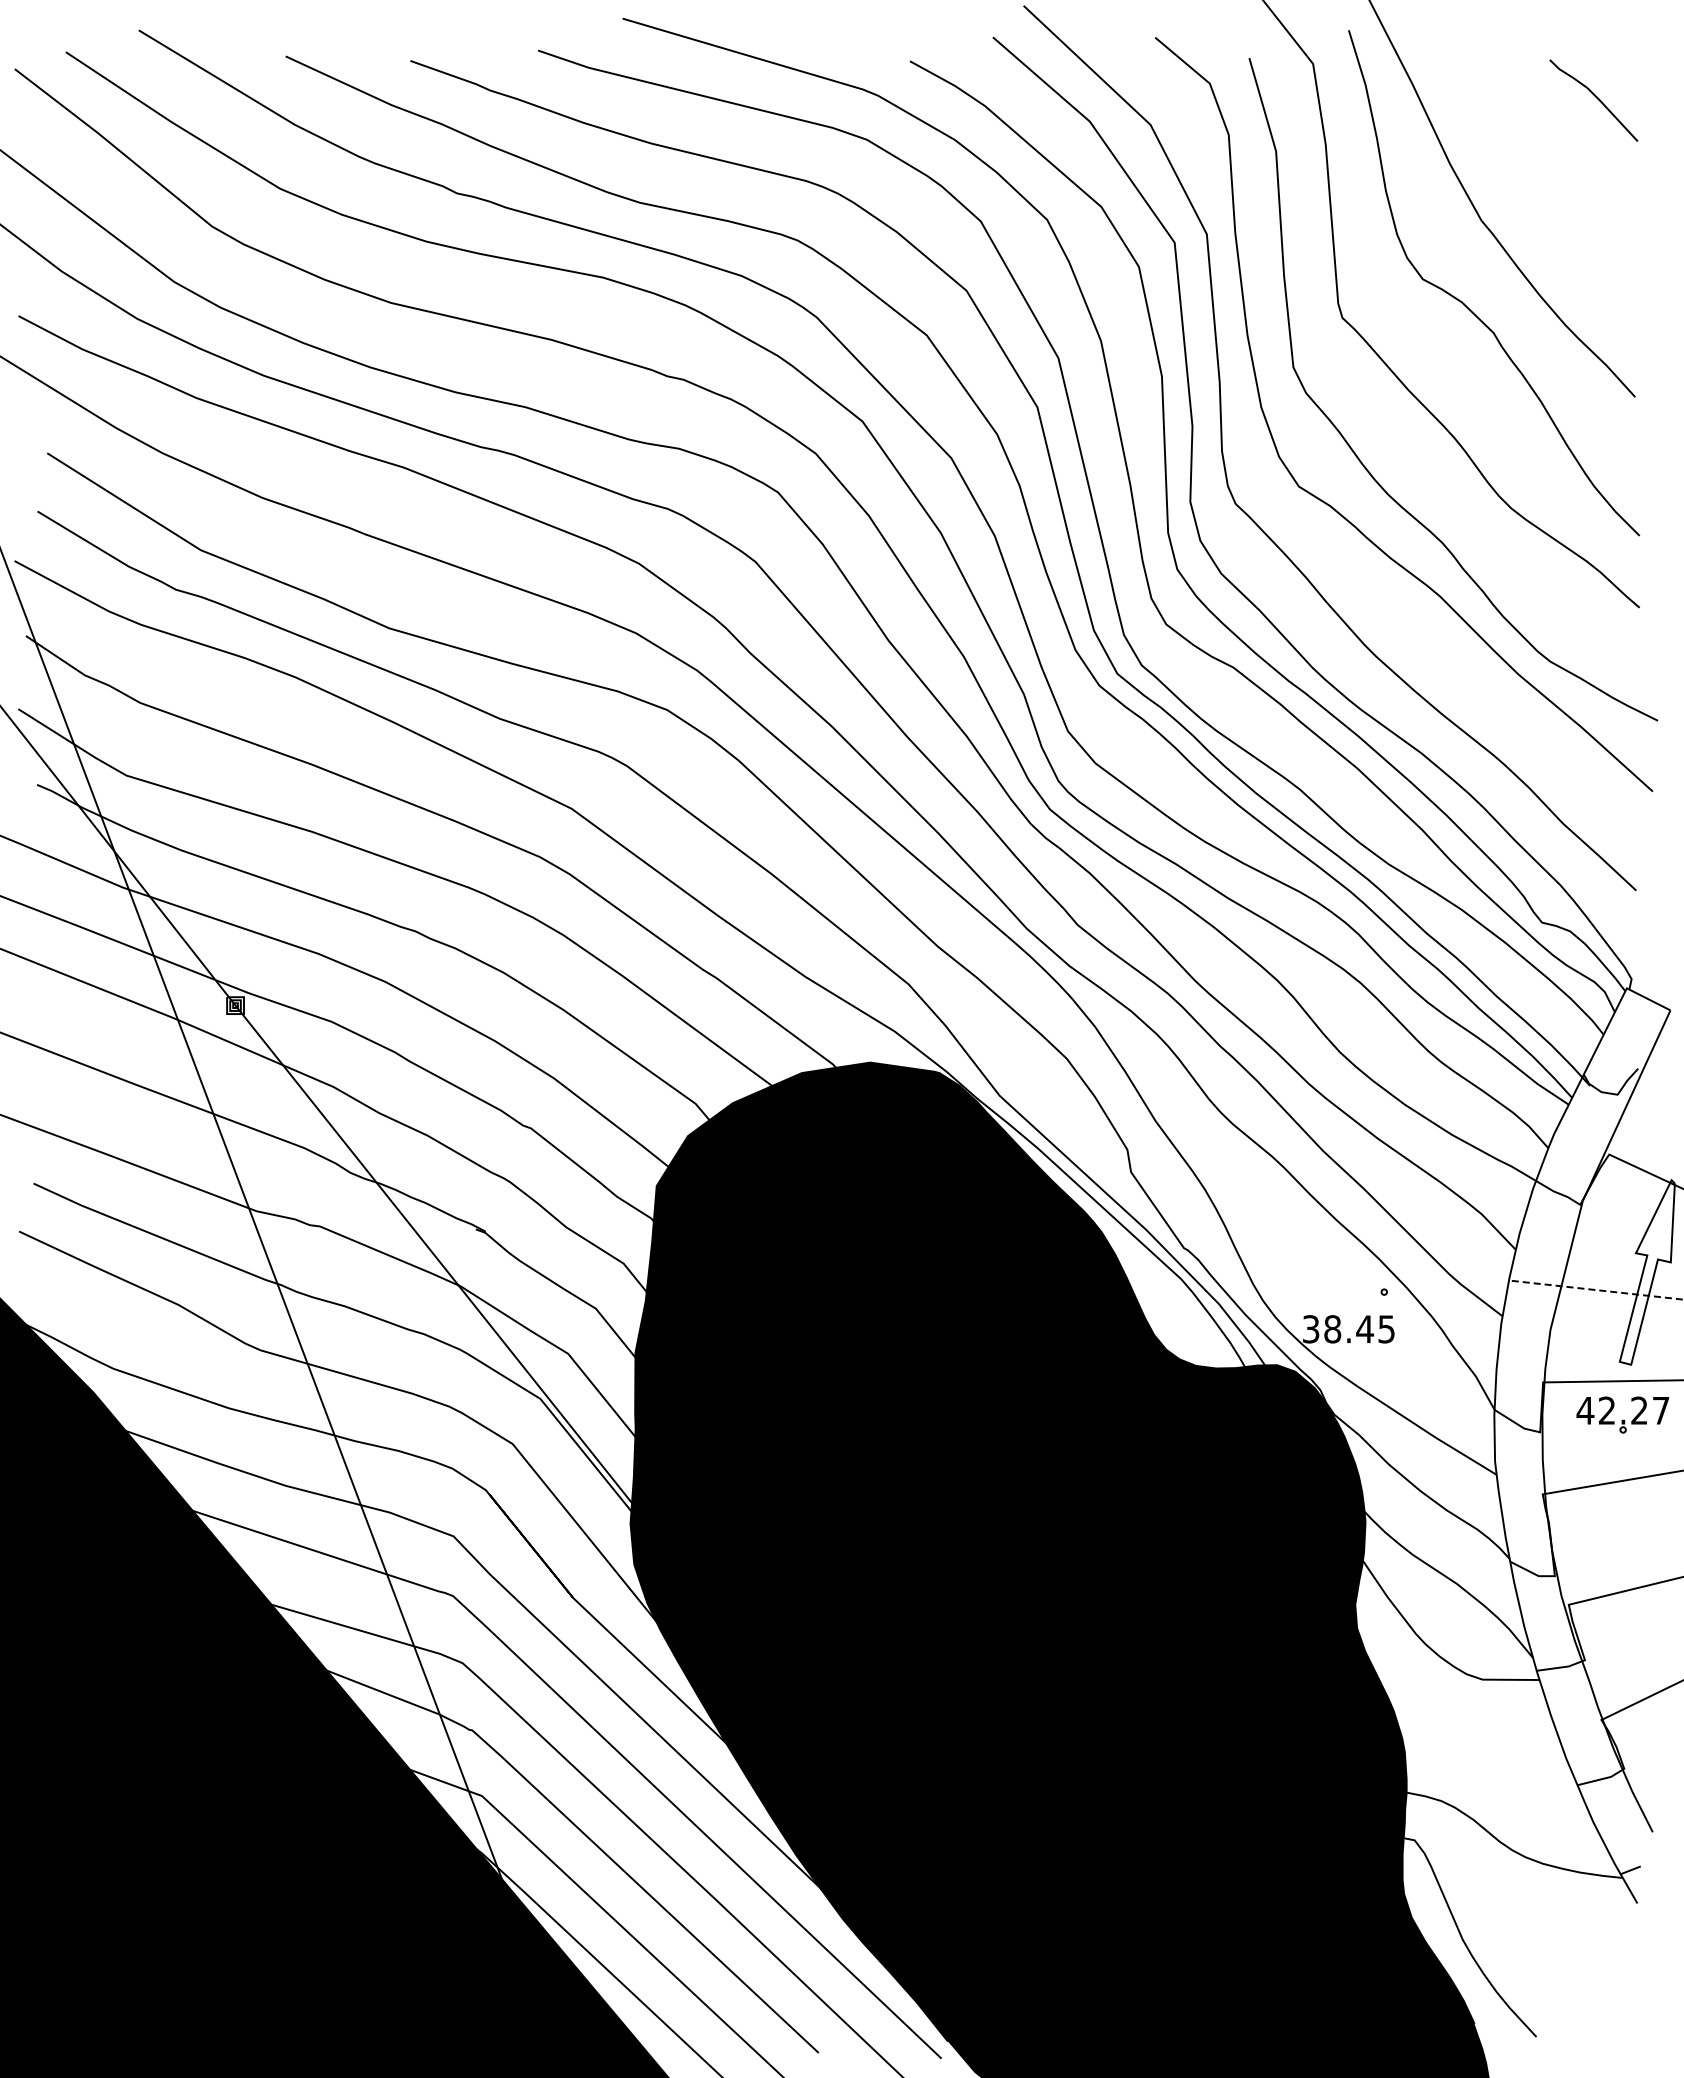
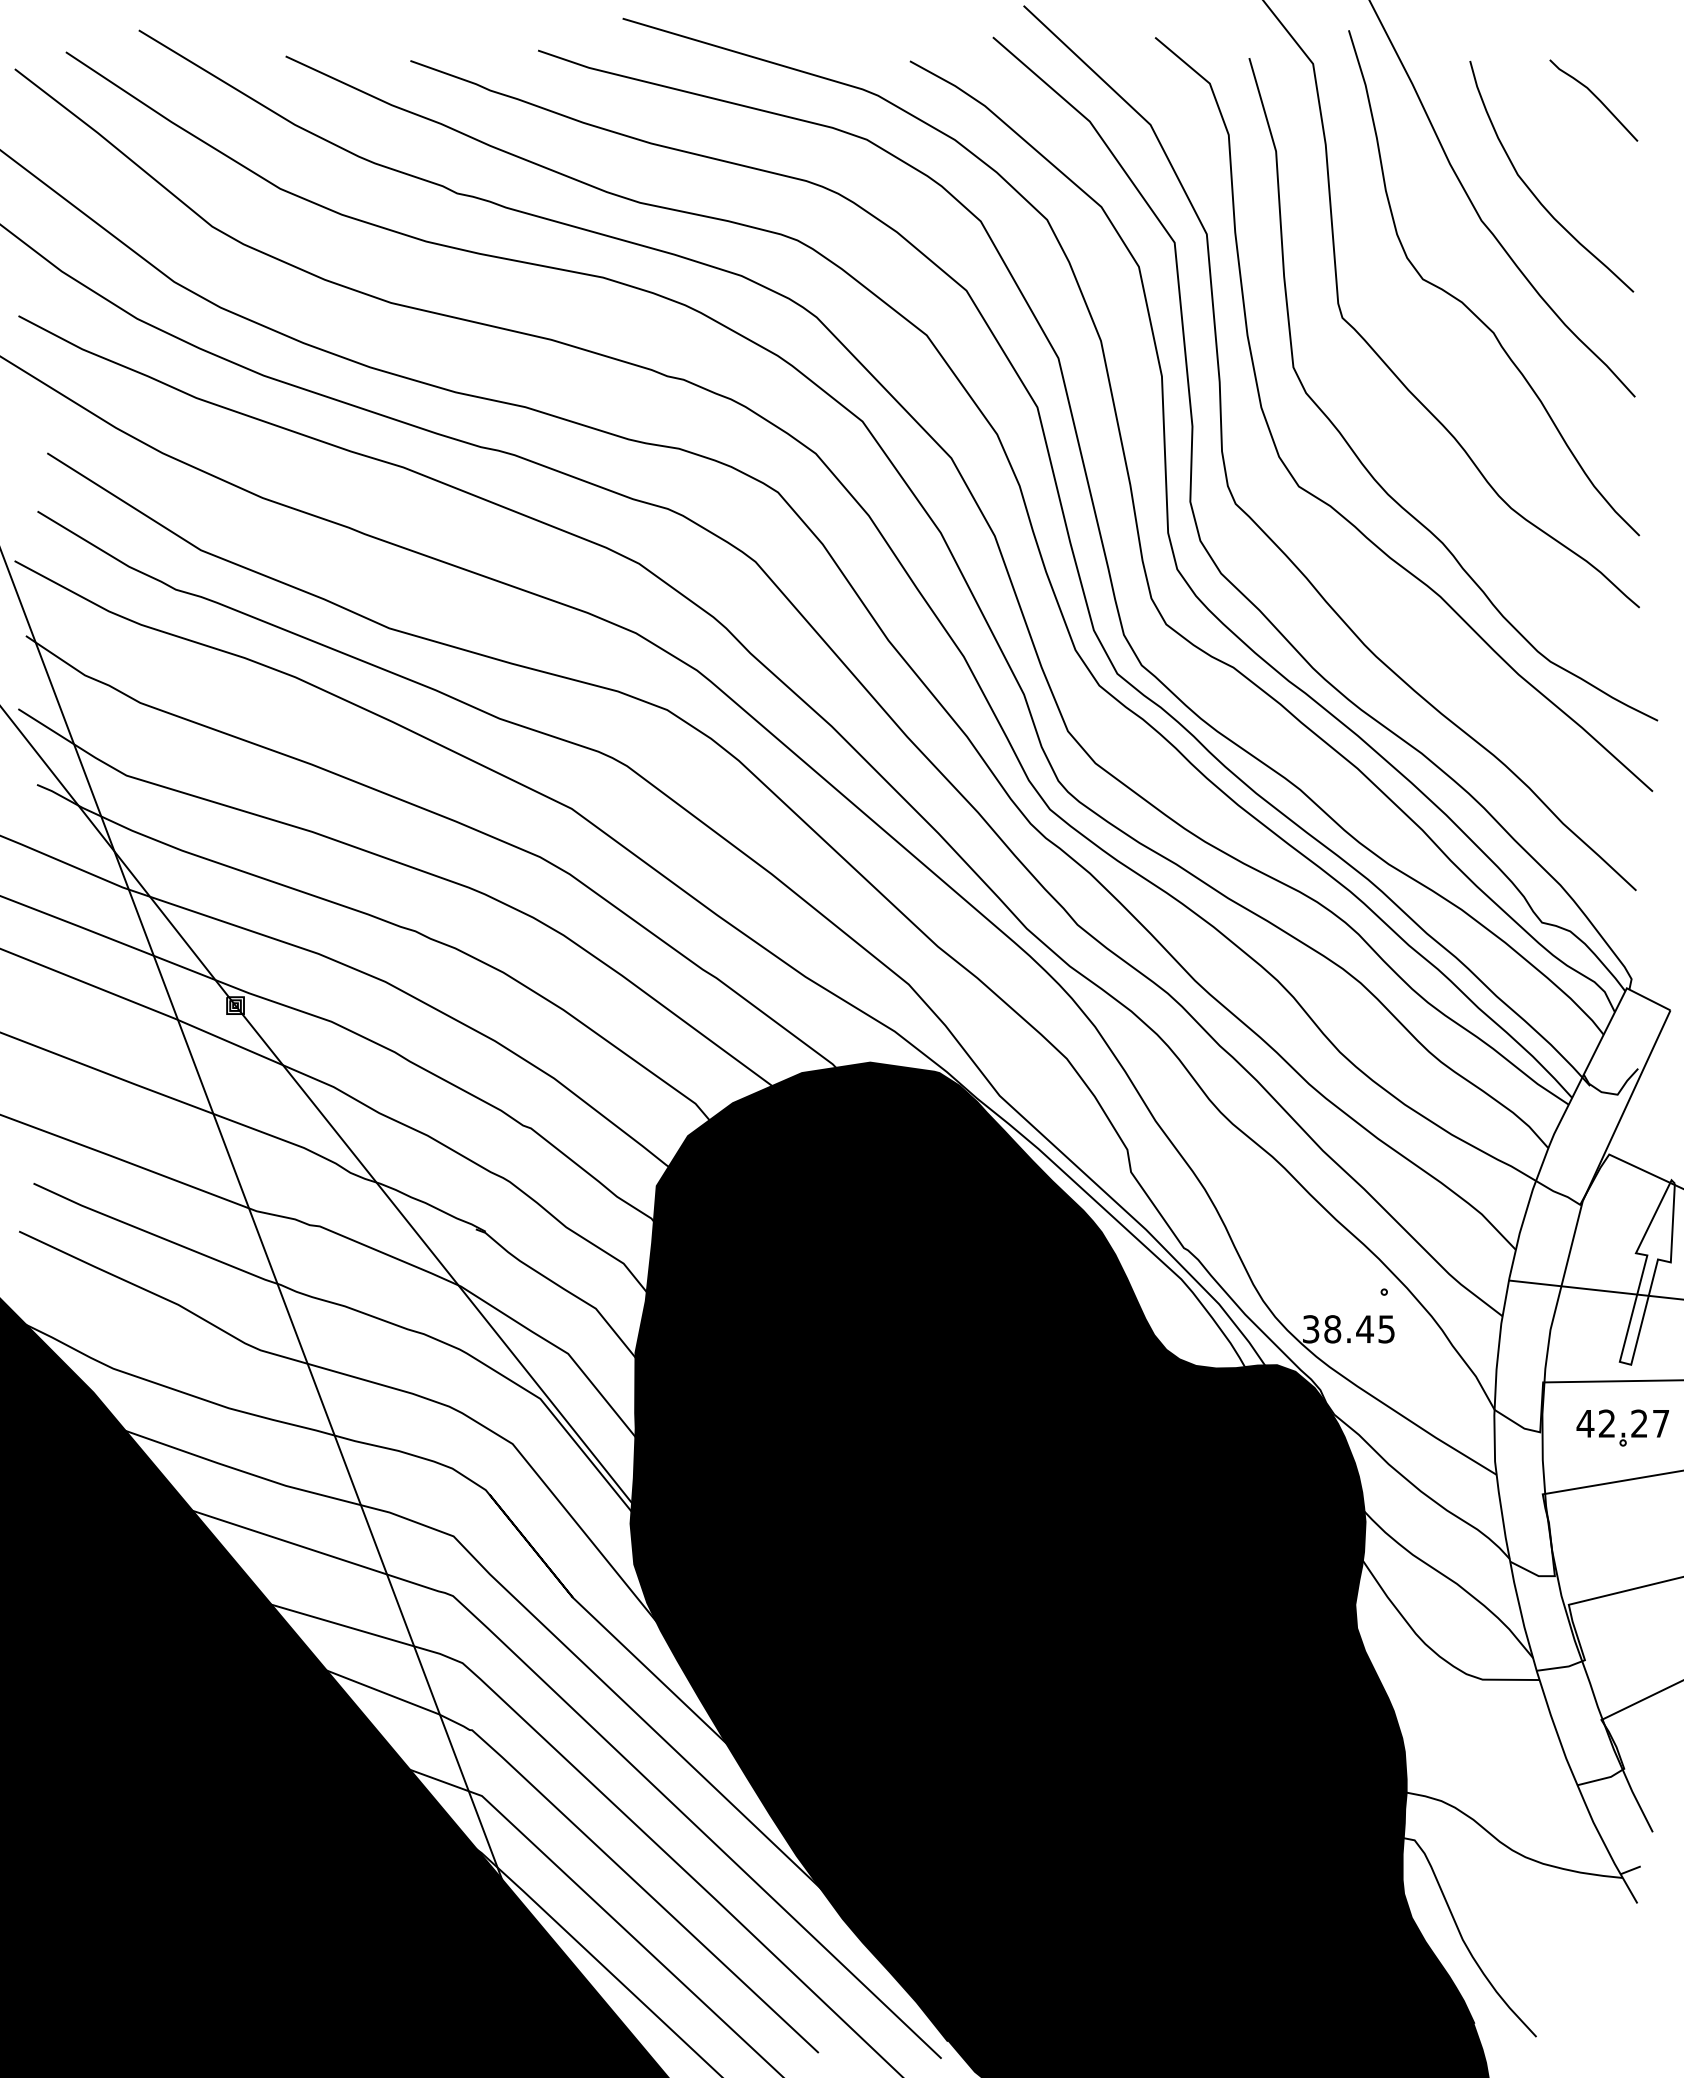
curve at (1534, 193): none -> present
line at (1596, 1290): dashed -> solid
part at (1622, 1414) position: (1622, 1414) -> (1622, 1427)
